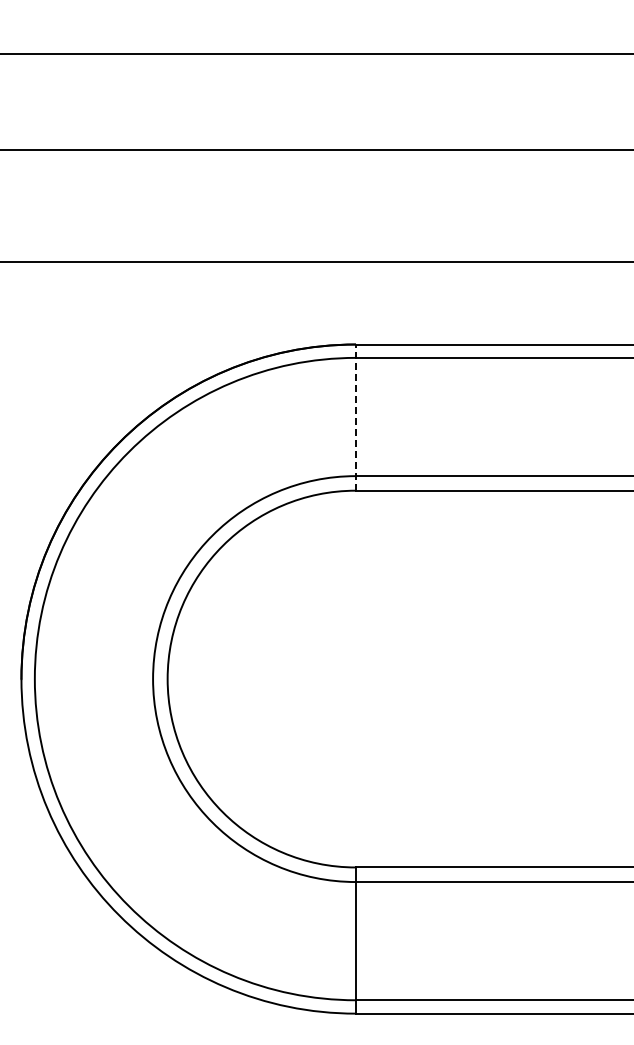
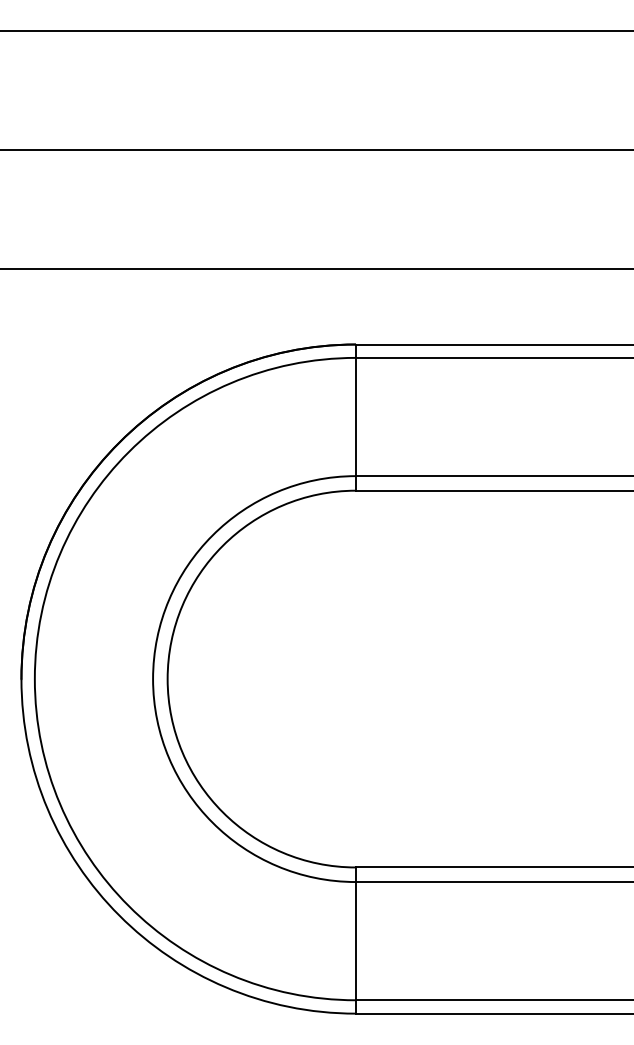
line at (316, 54) position: (316, 54) -> (316, 31)
line at (316, 262) position: (316, 262) -> (316, 269)
line at (356, 417): dashed -> solid
